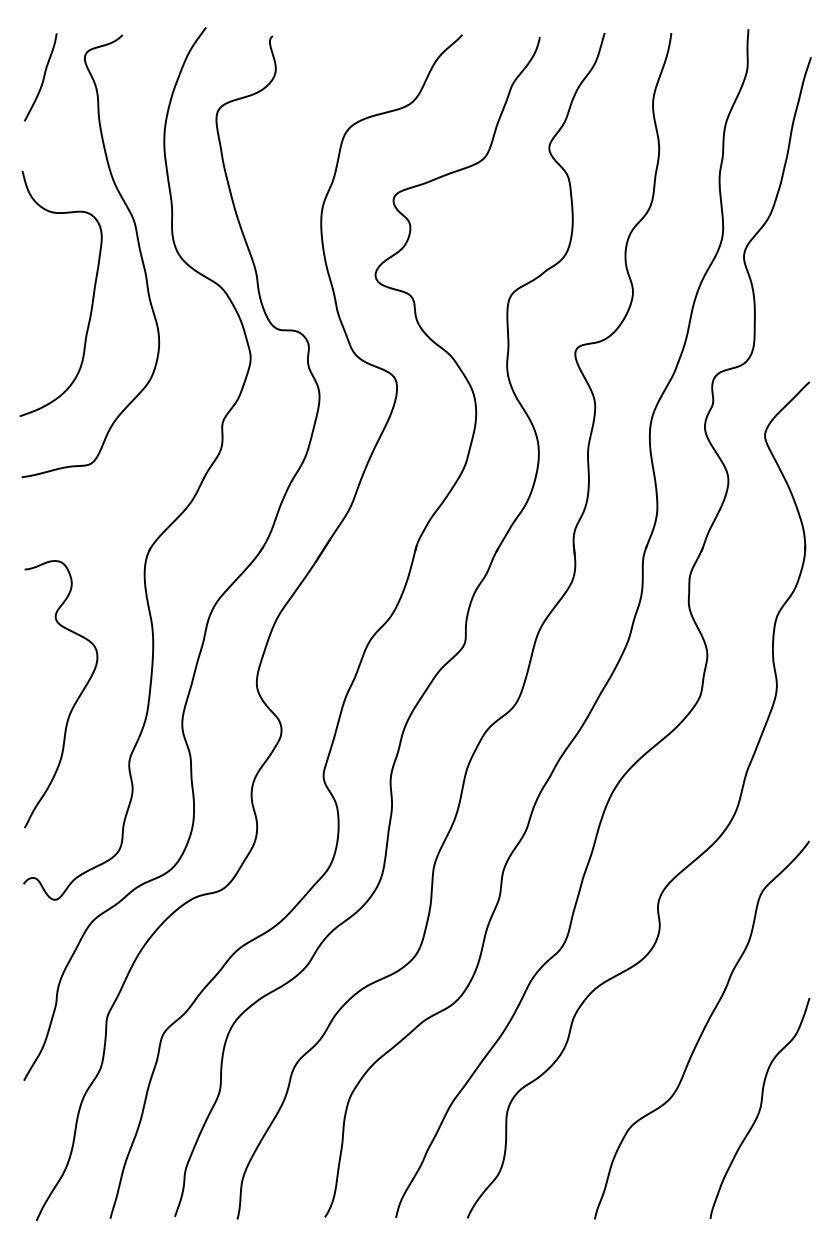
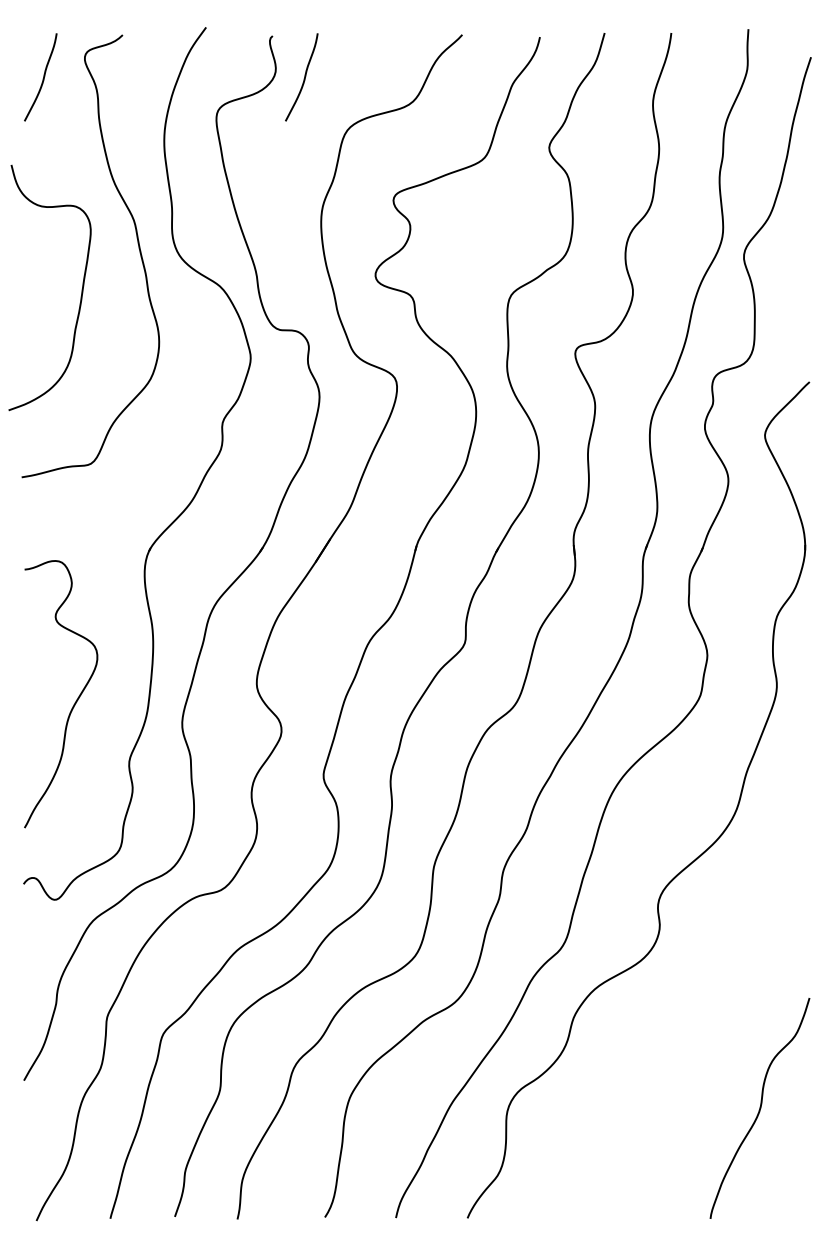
curve at (303, 78): none -> present
curve at (92, 295) position: (92, 295) -> (81, 289)
curve at (702, 1029): present -> none
